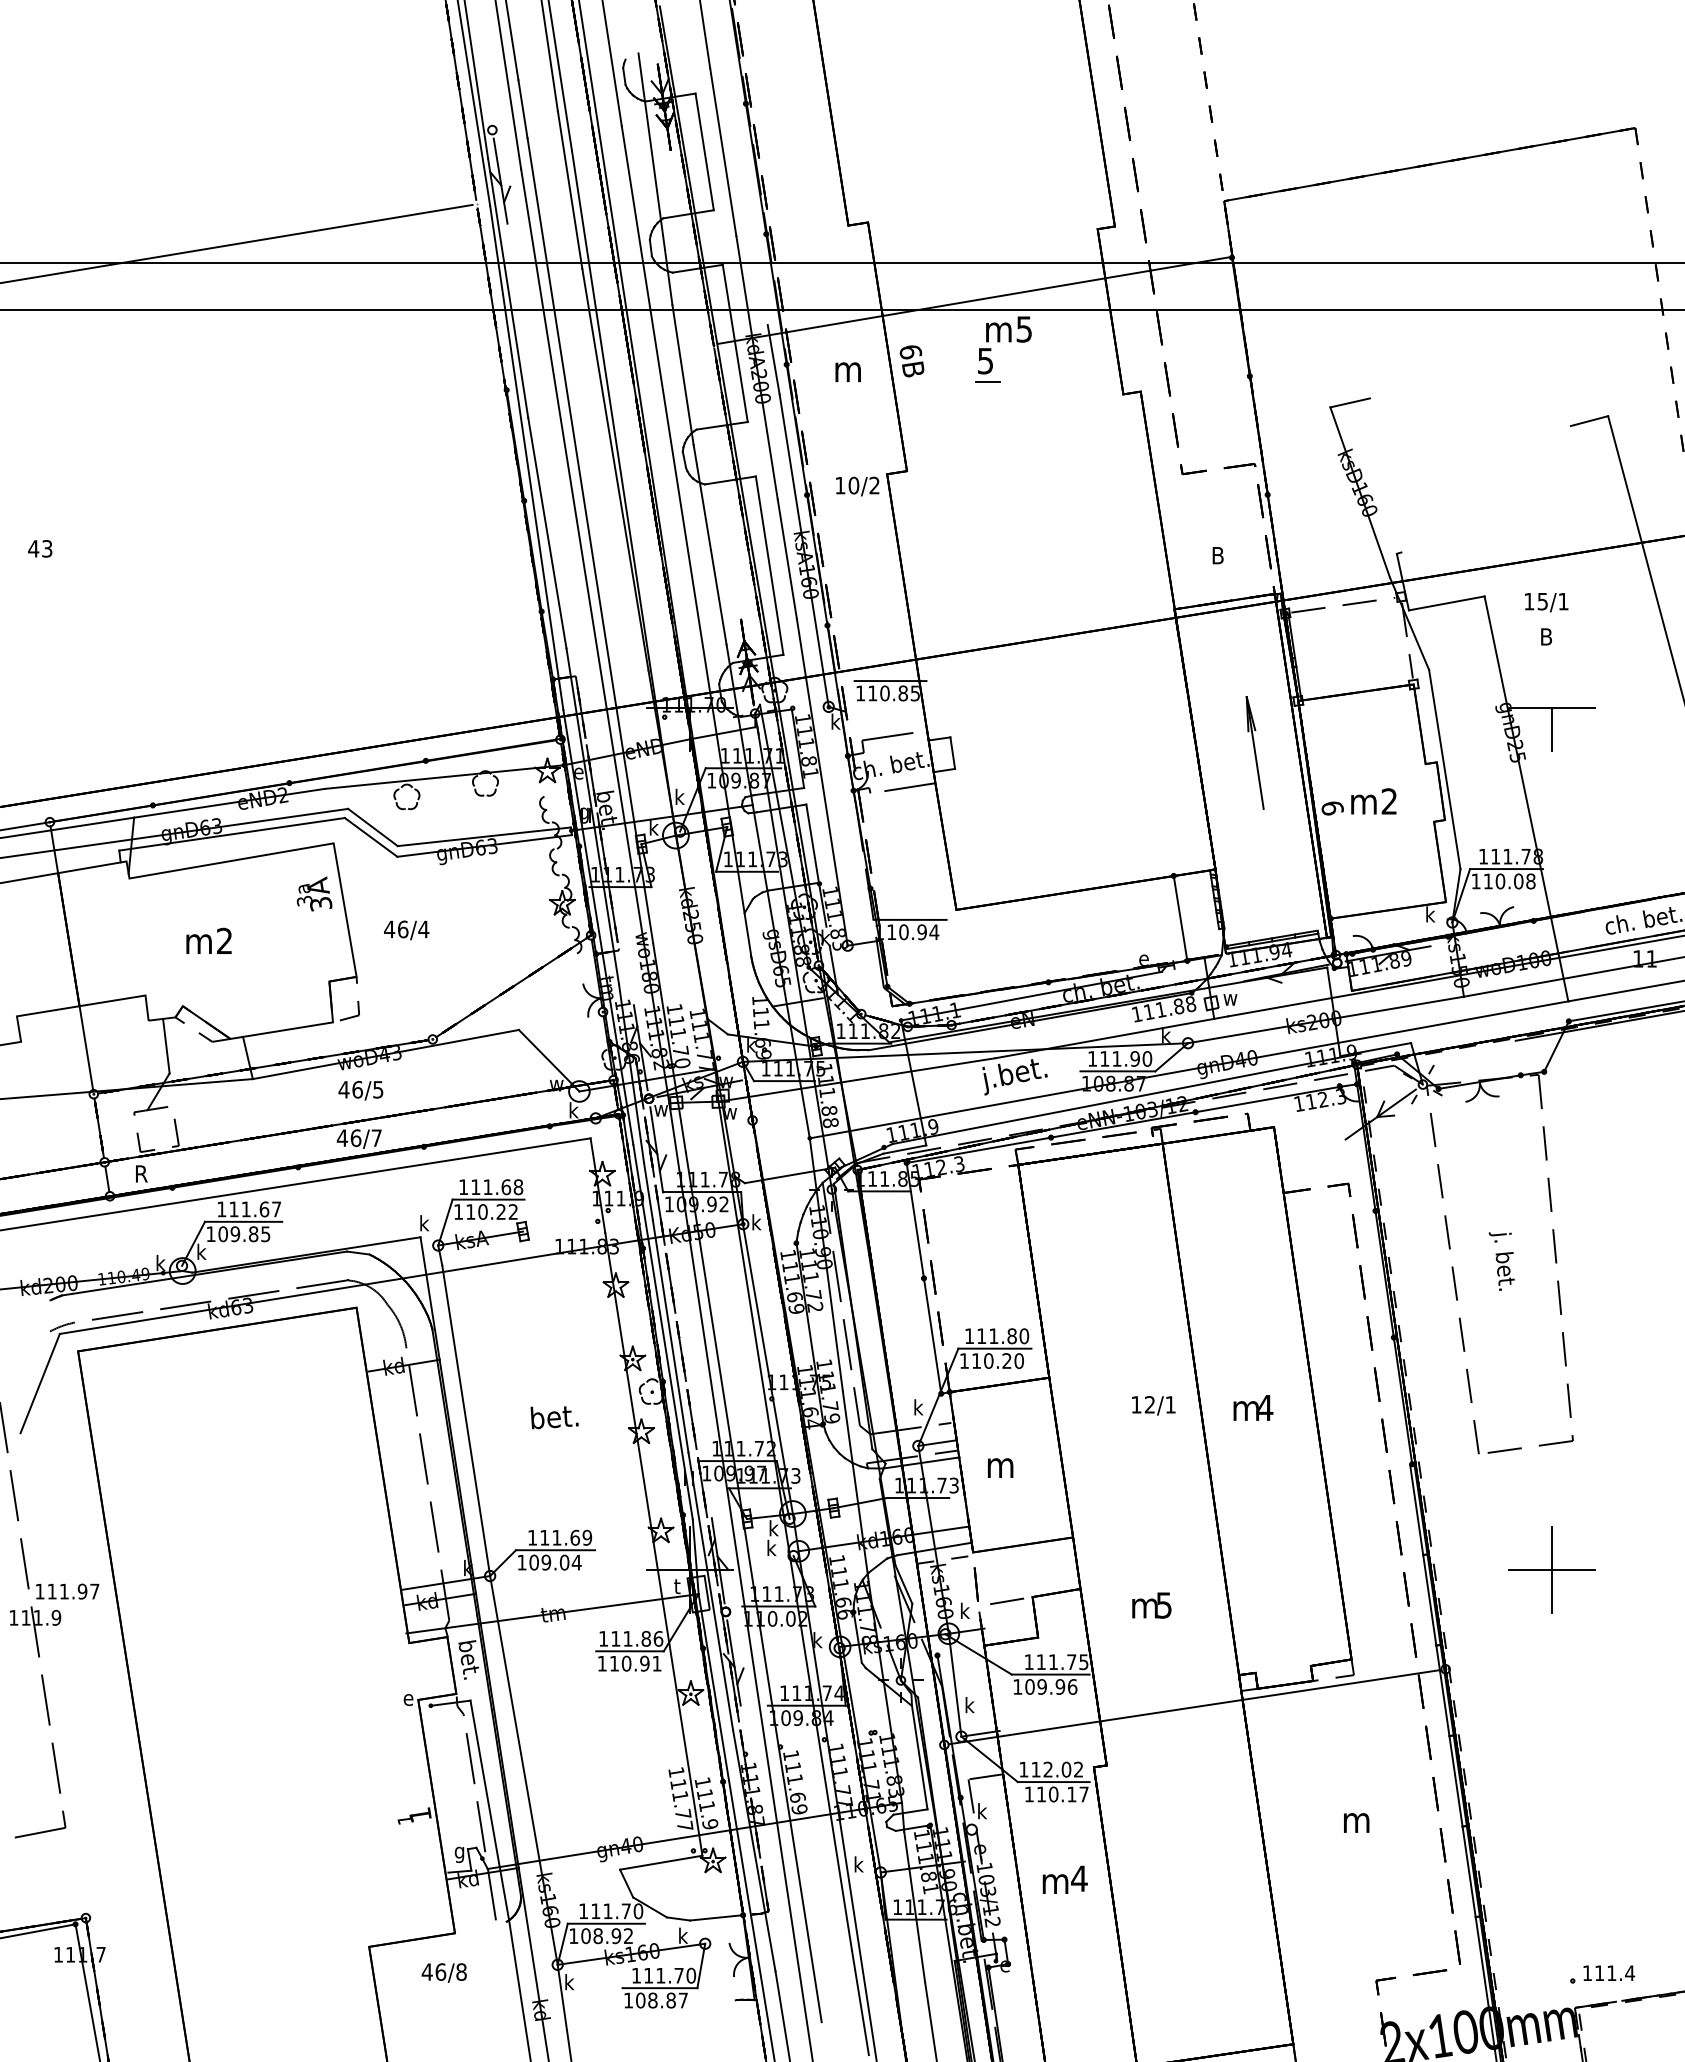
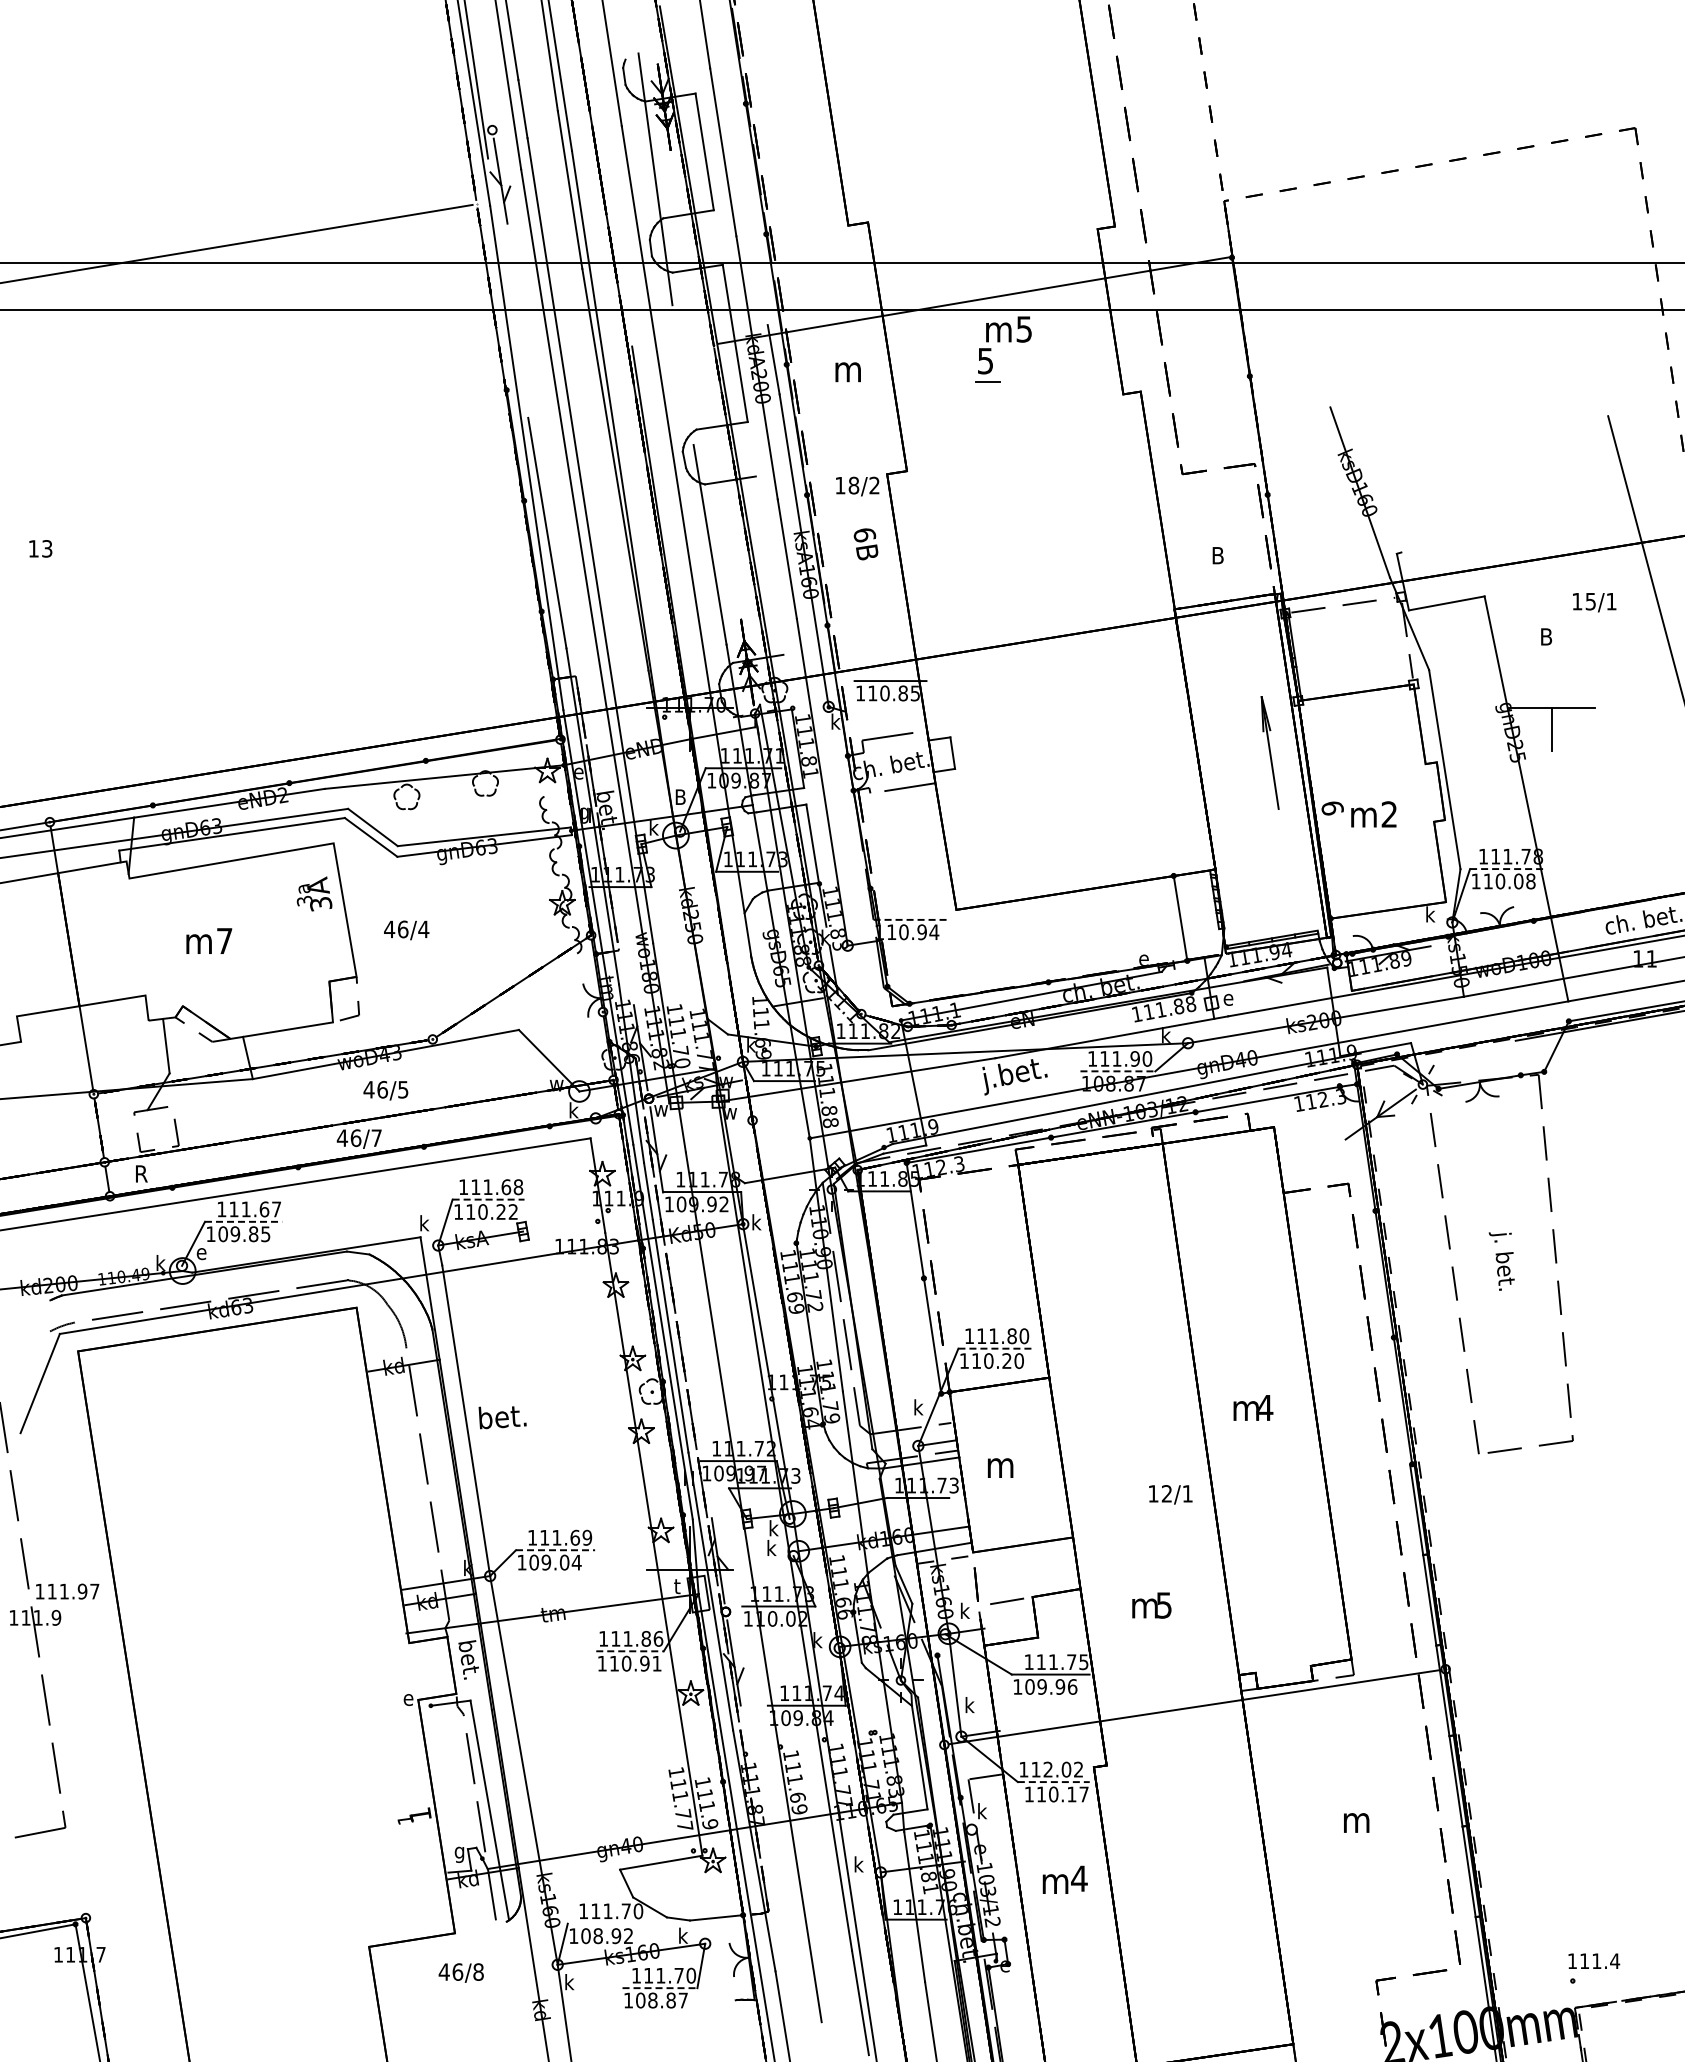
line at (1429, 164): present -> none
line at (605, 174): present -> none
line at (508, 287): present -> none
text at (911, 361) position: (911, 361) -> (865, 544)
line at (682, 374): present -> none
line at (1350, 402): present -> none
line at (1589, 421): present -> none
text at (853, 485): 10/2 -> 18/2
text at (33, 548): 43 -> 13
line at (769, 565): present -> none
text at (1546, 602) position: (1546, 602) -> (1594, 602)
part at (1254, 752) position: (1254, 752) -> (1269, 752)
text at (680, 796): k -> B
text at (1373, 801) position: (1373, 801) -> (1373, 814)
line at (1507, 869): solid -> dashed
line at (910, 919): solid -> dashed
text at (224, 940): m2 -> m7
text at (1230, 999): w -> e
line at (1118, 1071): solid -> dashed
text at (360, 1090) position: (360, 1090) -> (385, 1090)
line at (488, 1199): solid -> dashed
line at (243, 1221): solid -> dashed
text at (201, 1251): k -> e
line at (994, 1348): solid -> dashed
text at (1153, 1405) position: (1153, 1405) -> (1170, 1494)
text at (554, 1417) position: (554, 1417) -> (502, 1417)
line at (555, 1550): solid -> dashed
part at (1551, 1569): present -> none
line at (740, 1580): present -> none
line at (630, 1651): solid -> dashed
line at (1053, 1782): solid -> dashed
line at (605, 1923): present -> none
text at (443, 1972) position: (443, 1972) -> (460, 1972)
text at (1609, 1972) position: (1609, 1972) -> (1594, 1960)
line at (519, 1988): present -> none
line at (660, 1988): solid -> dashed
